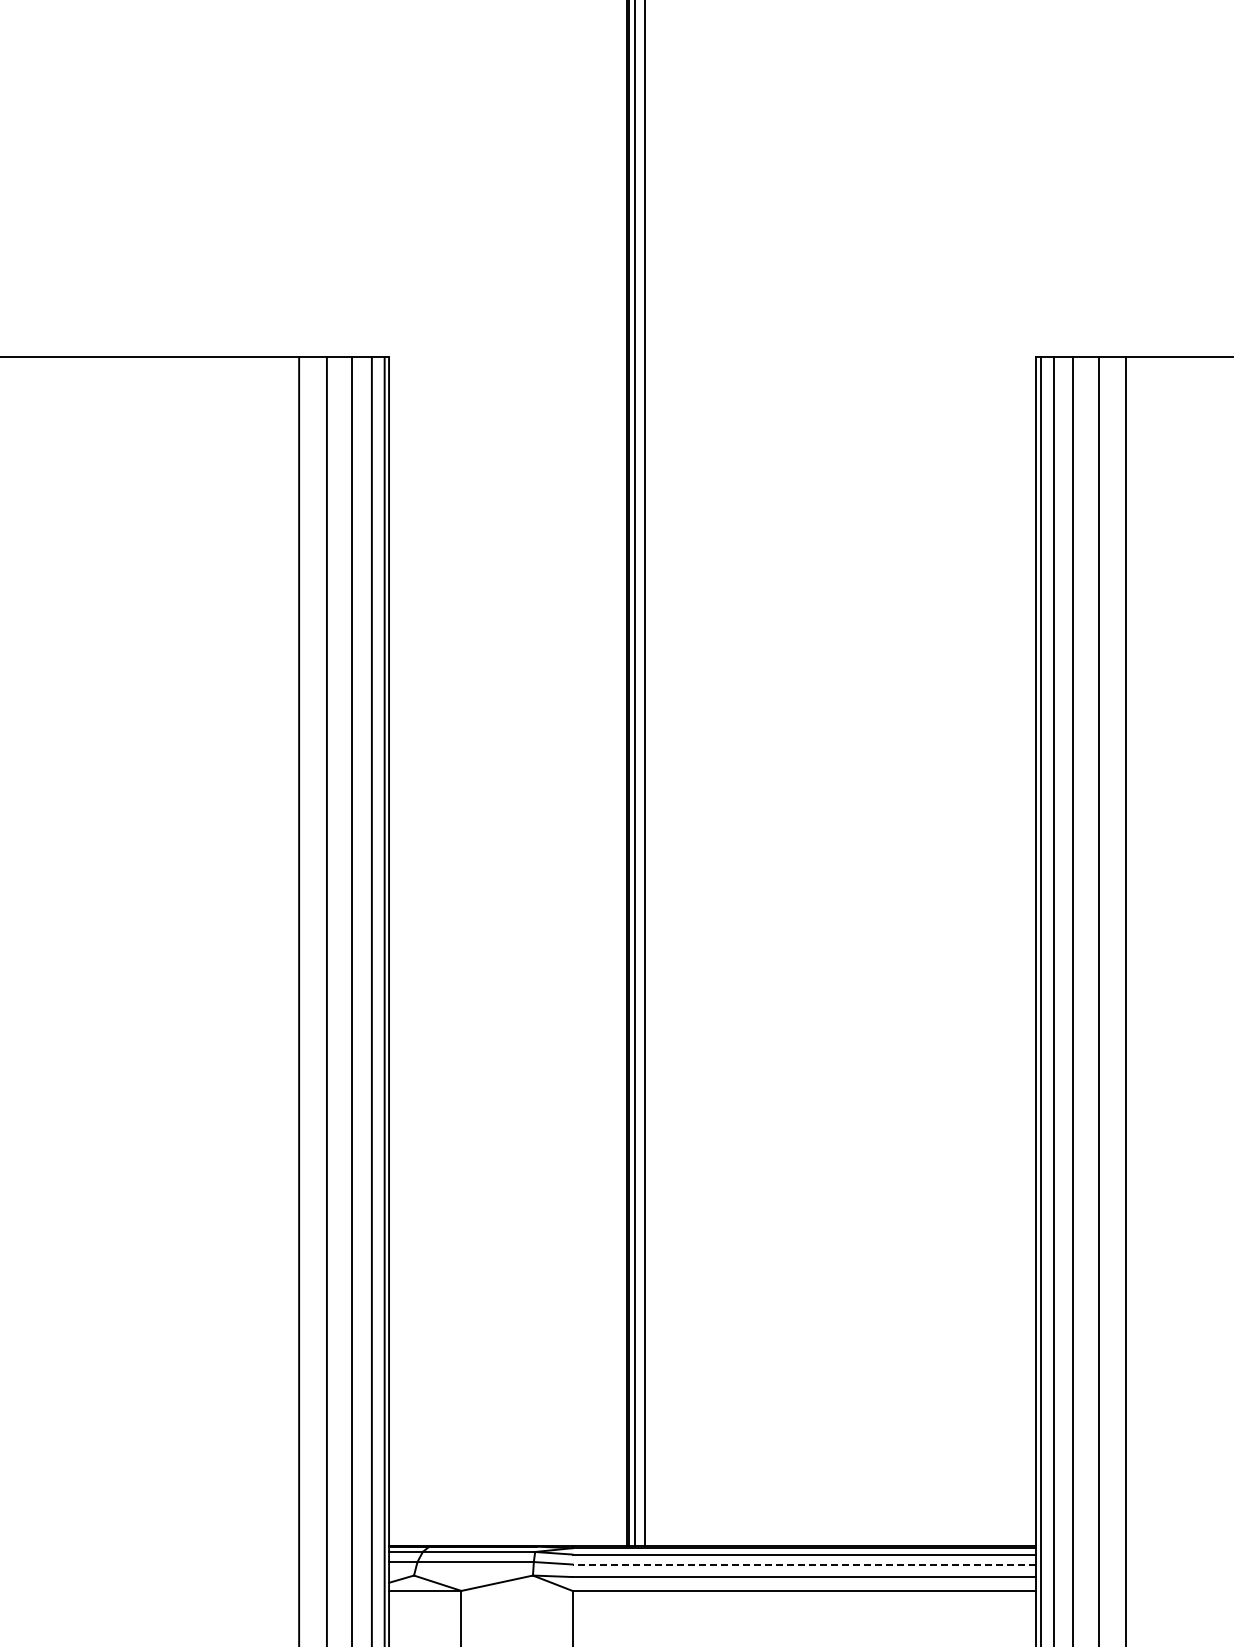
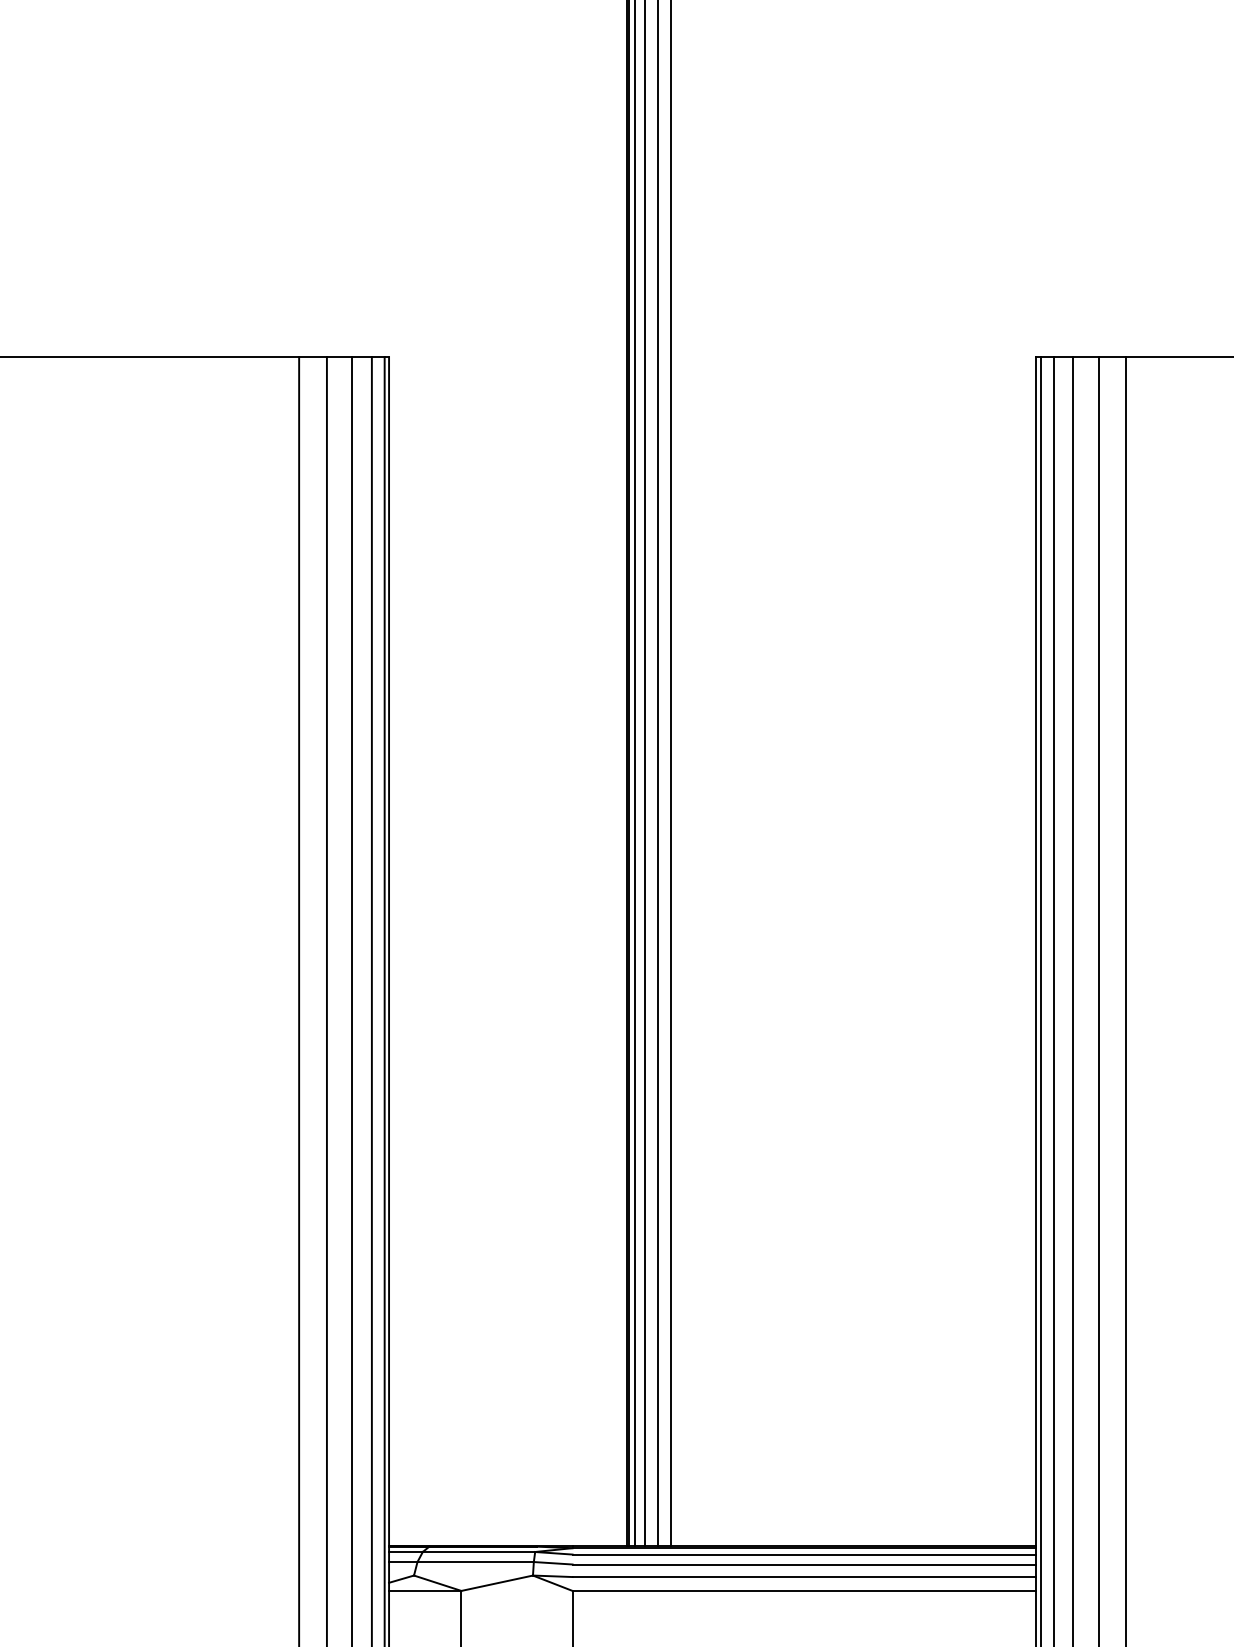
line at (657, 773): none -> present
line at (671, 773): none -> present
line at (804, 1564): dashed -> solid
